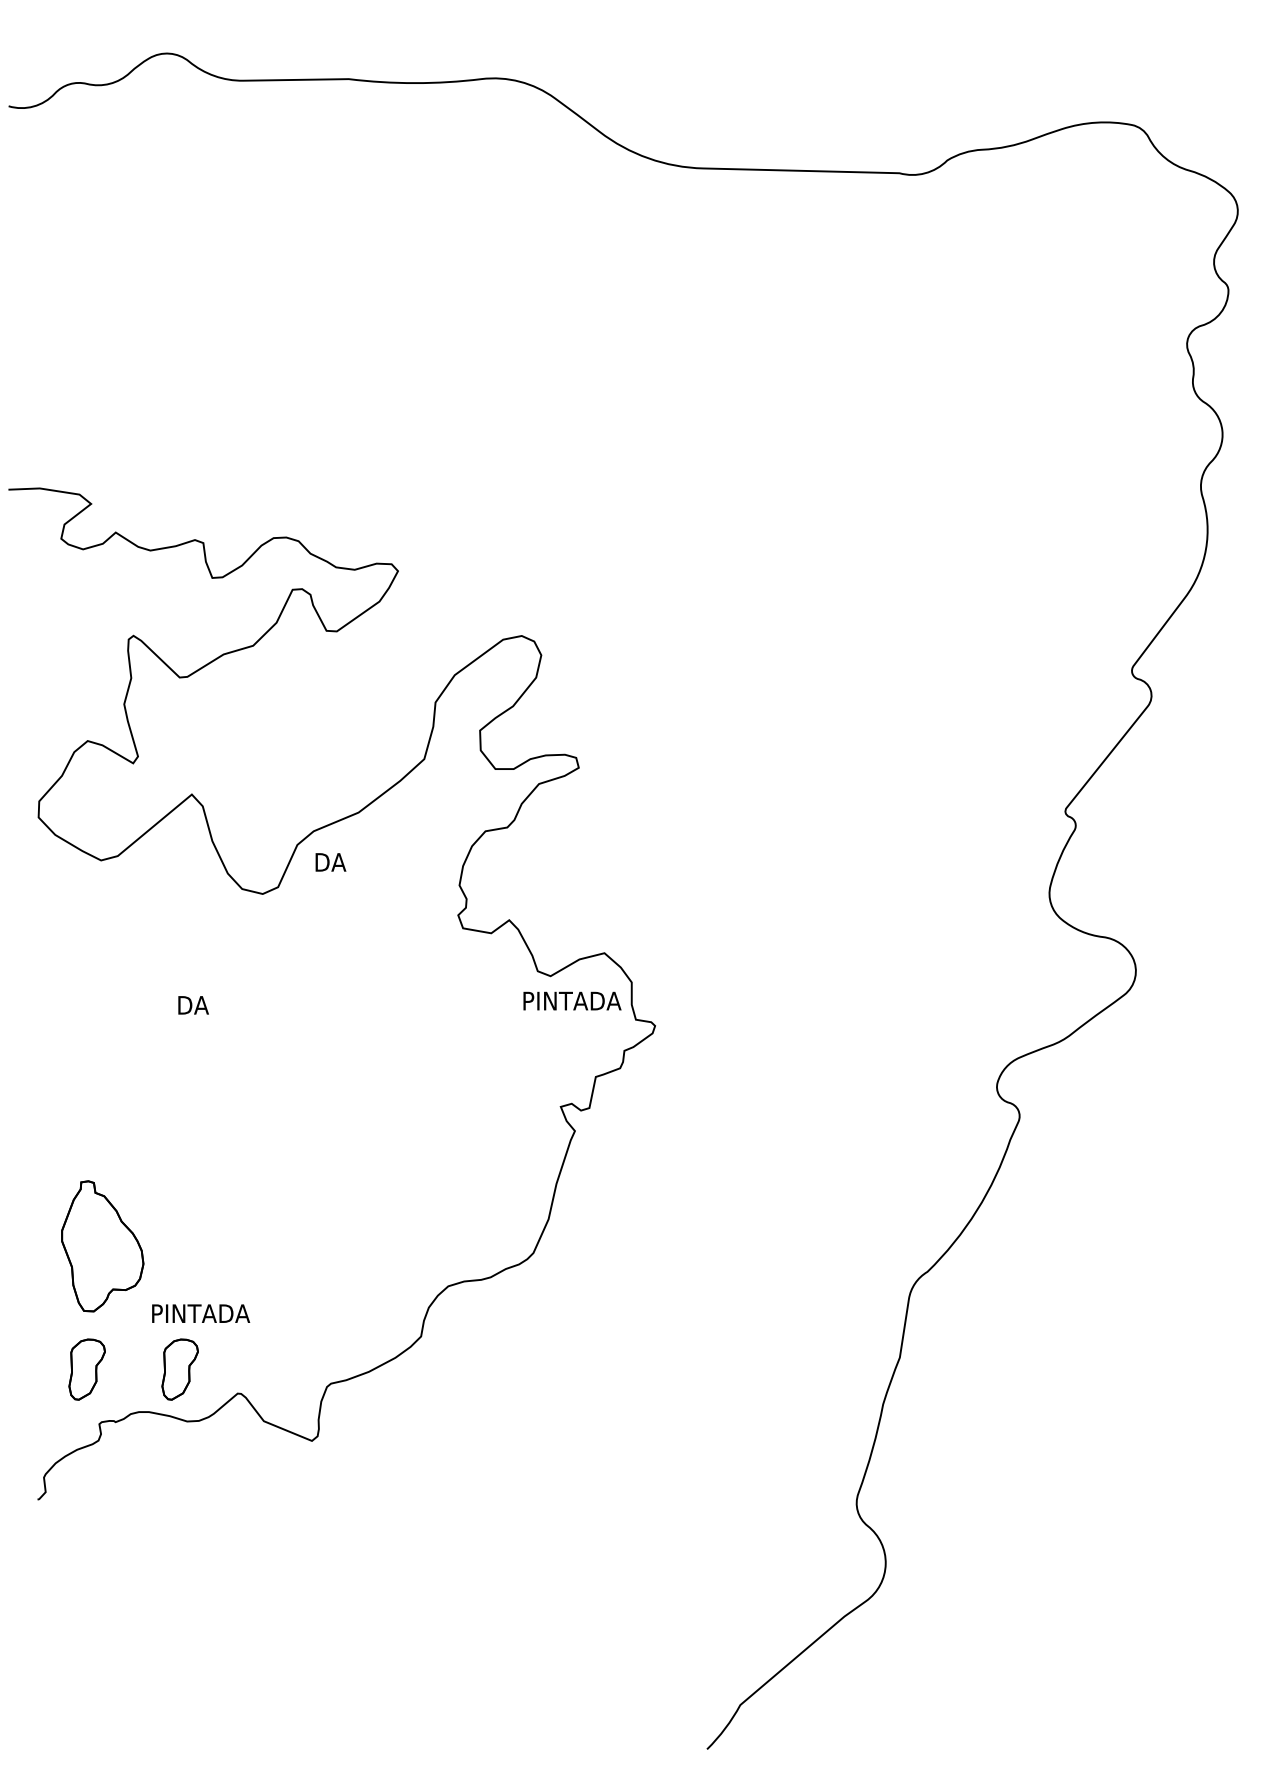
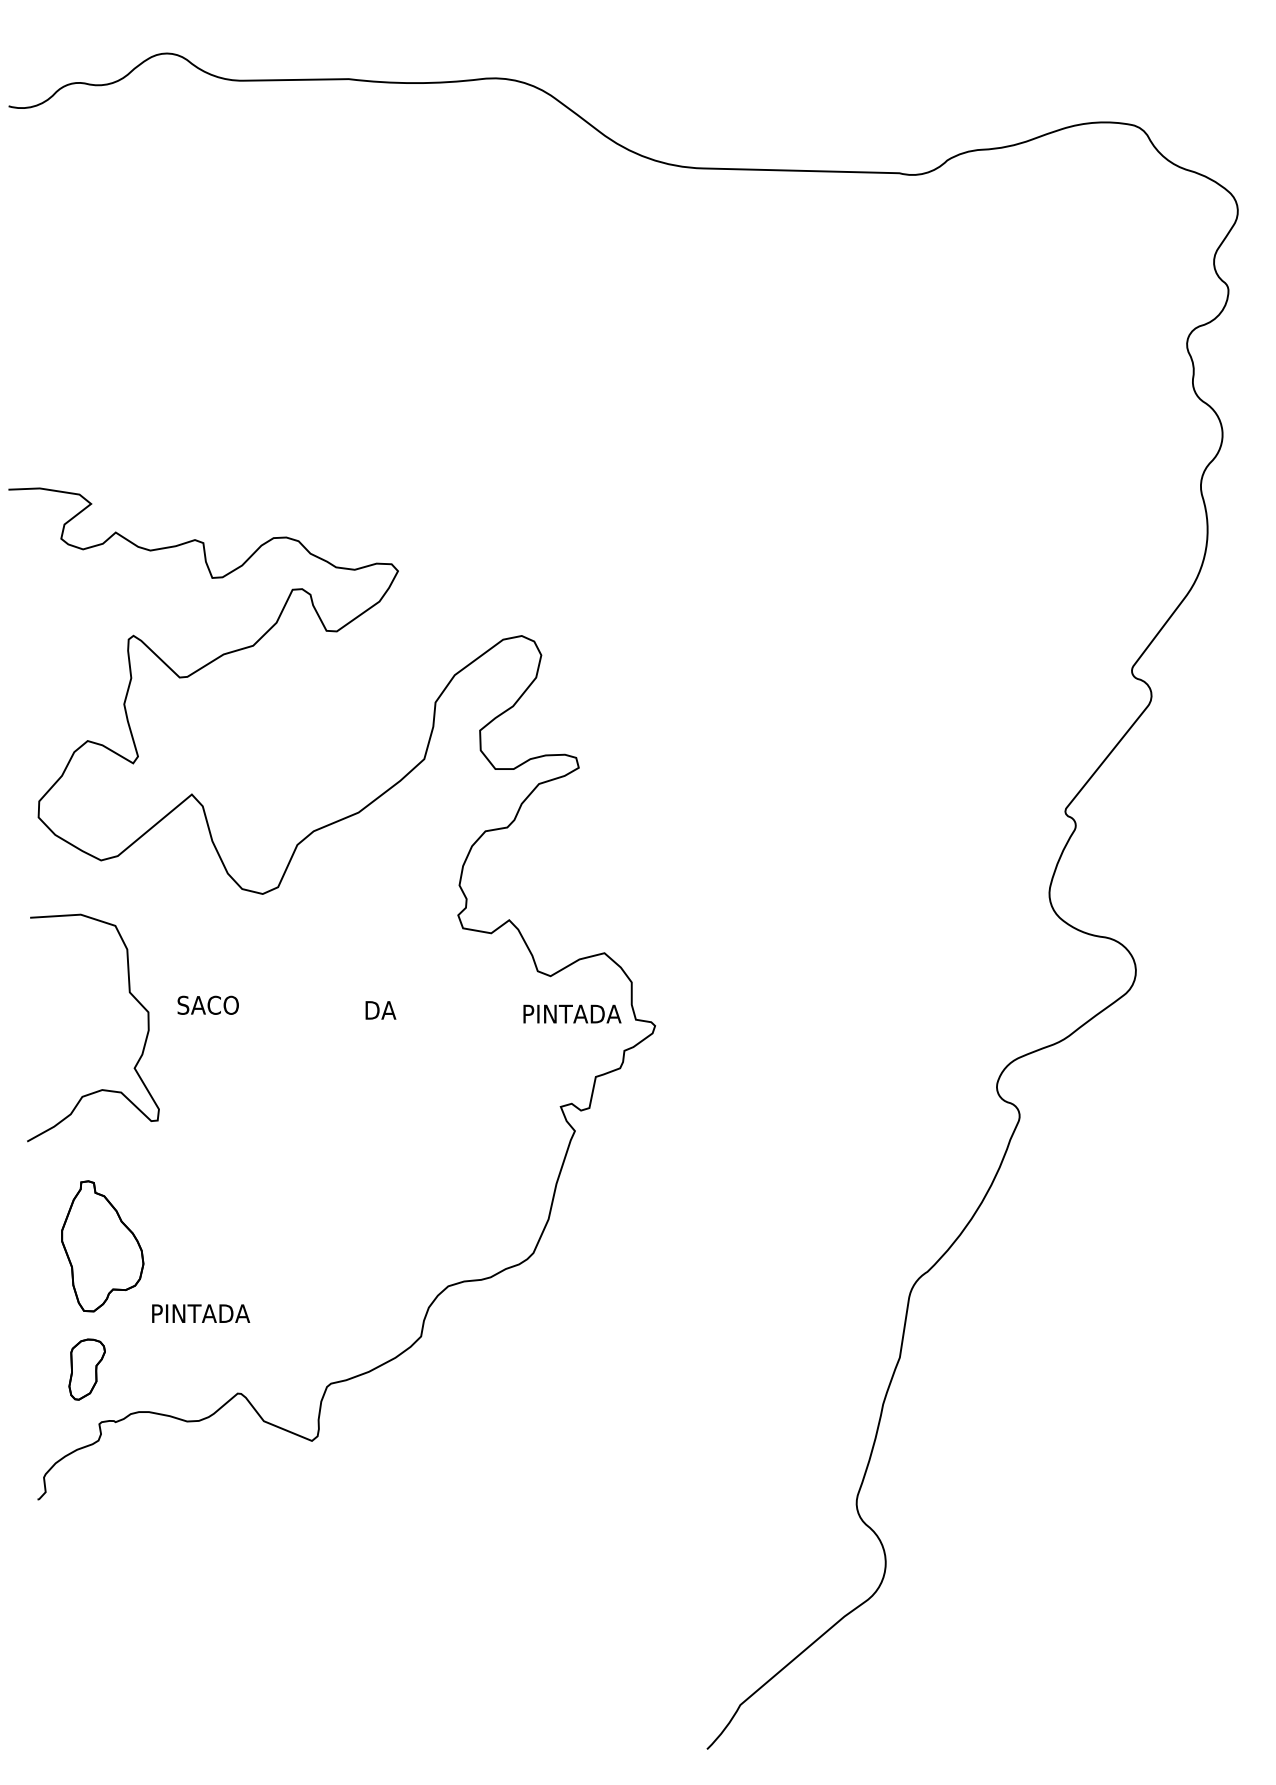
text at (330, 862) position: (330, 862) -> (380, 1010)
curve at (129, 993): none -> present
text at (572, 1000) position: (572, 1000) -> (572, 1013)
text at (207, 1004): DA -> SACO
part at (179, 1369): present -> none
